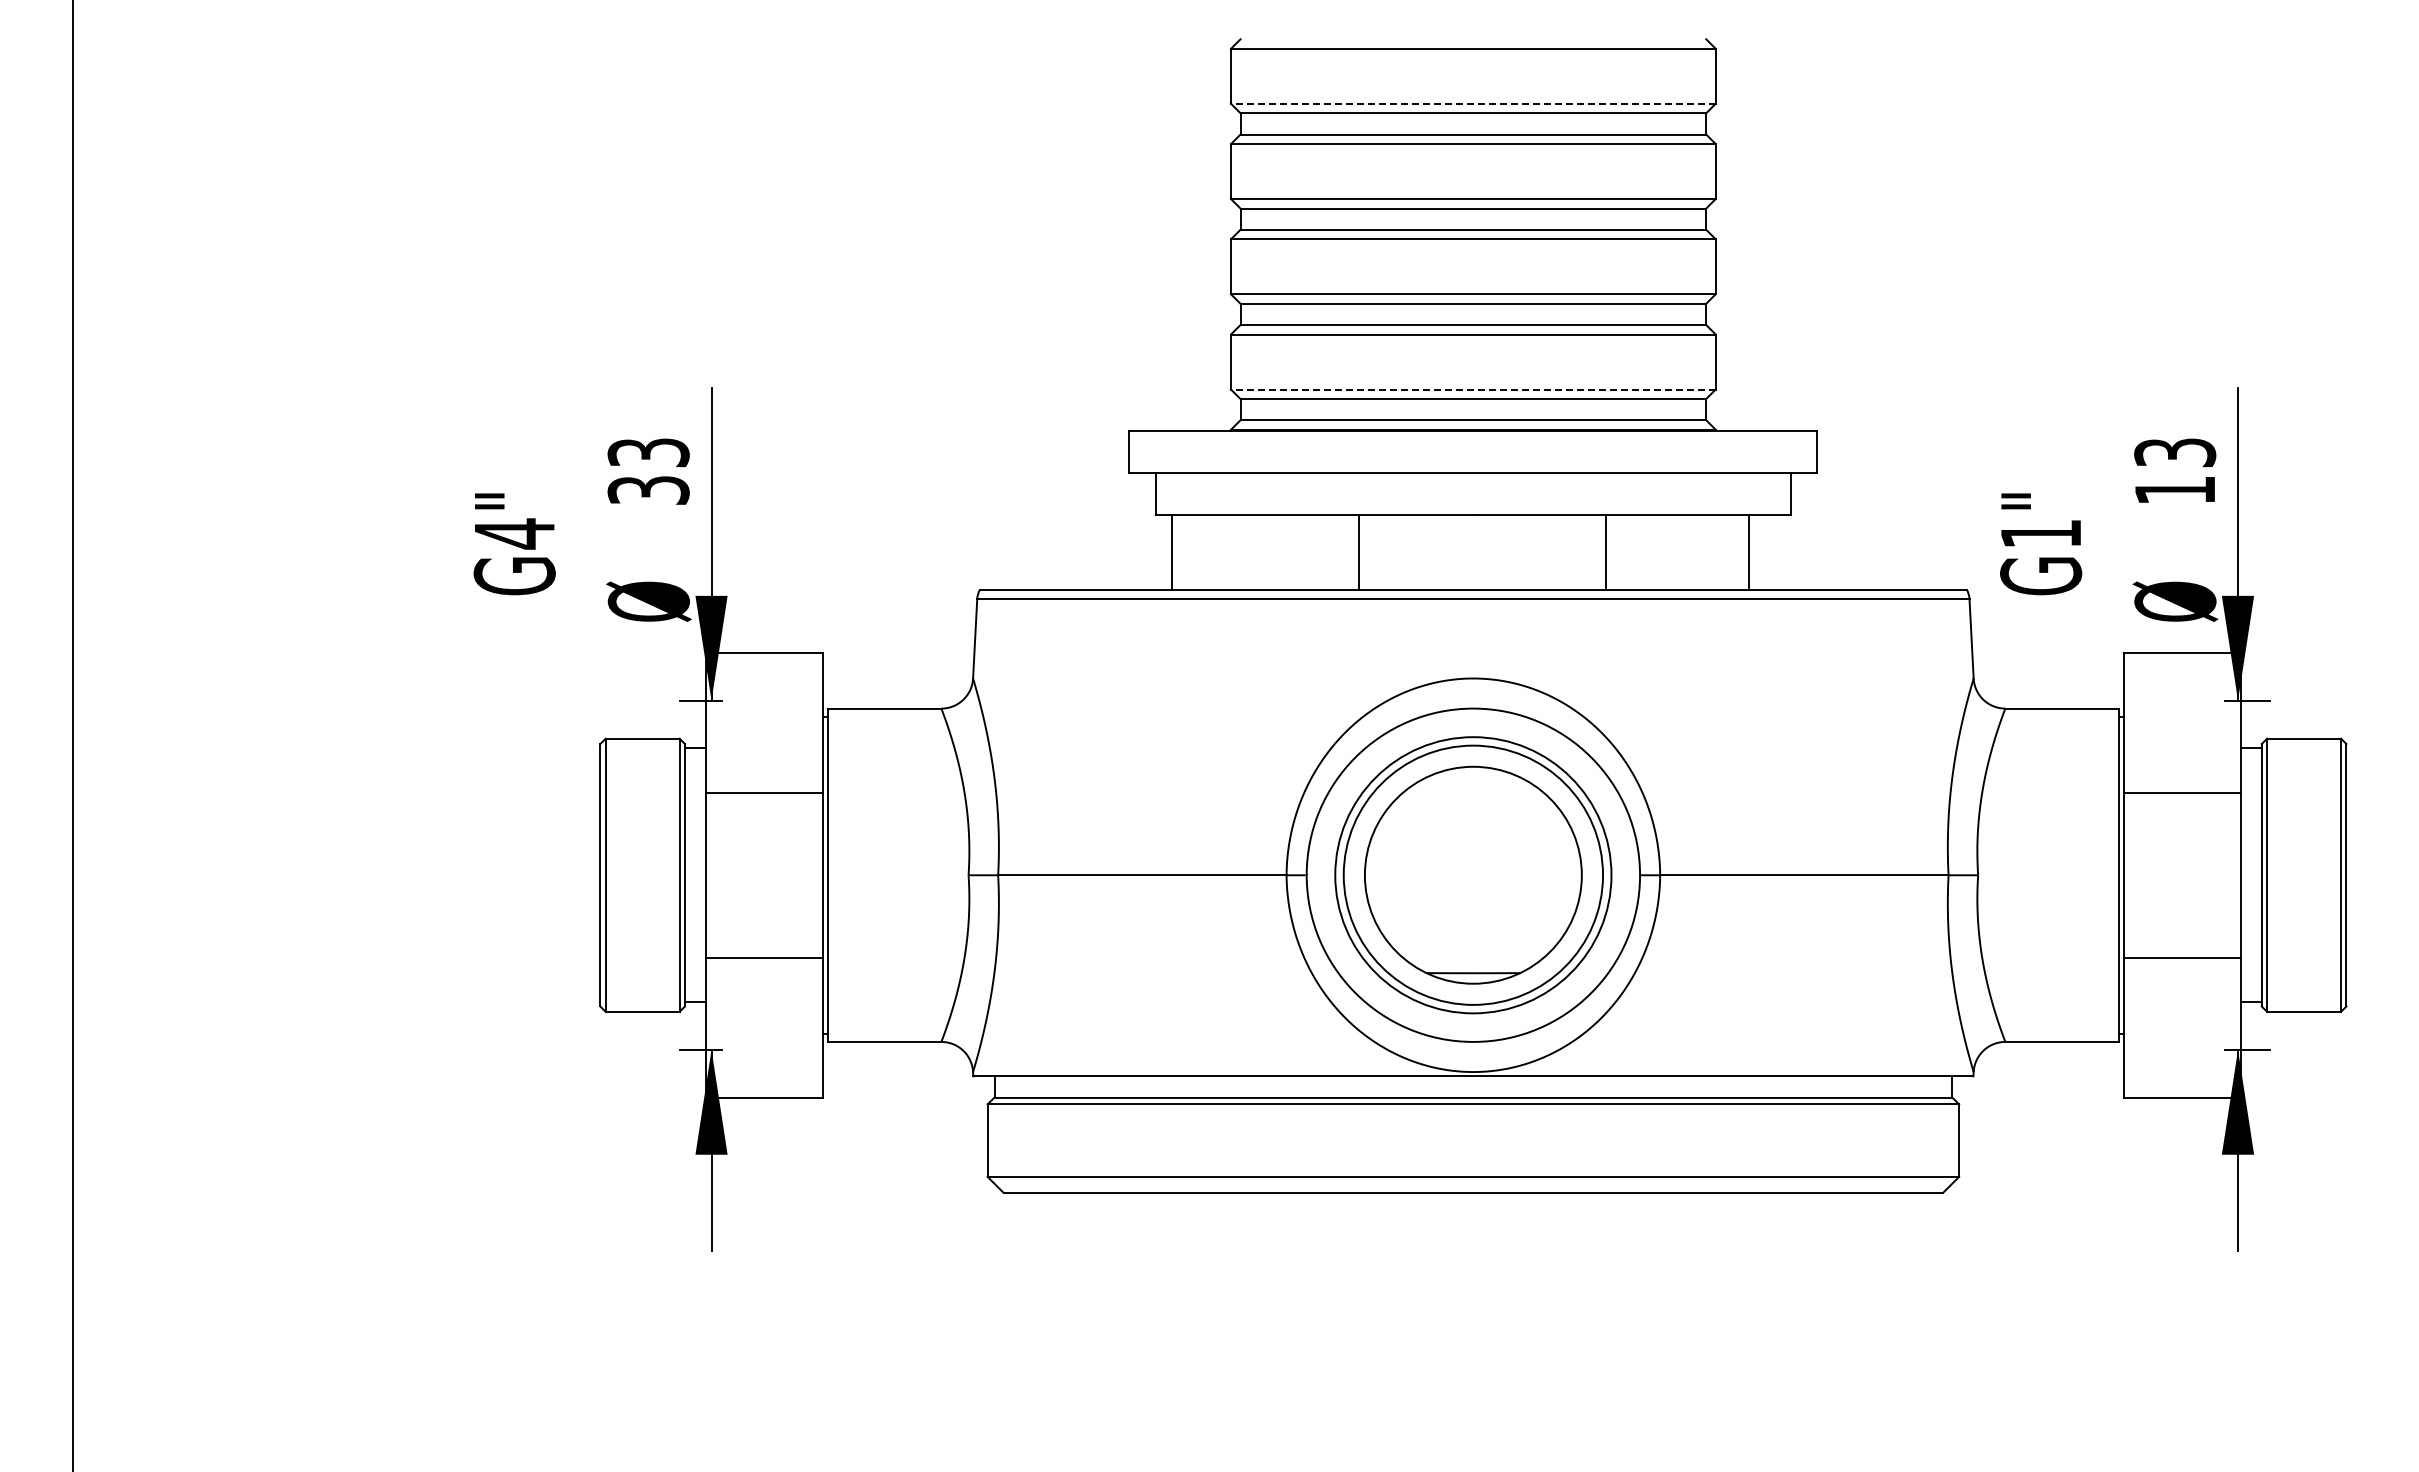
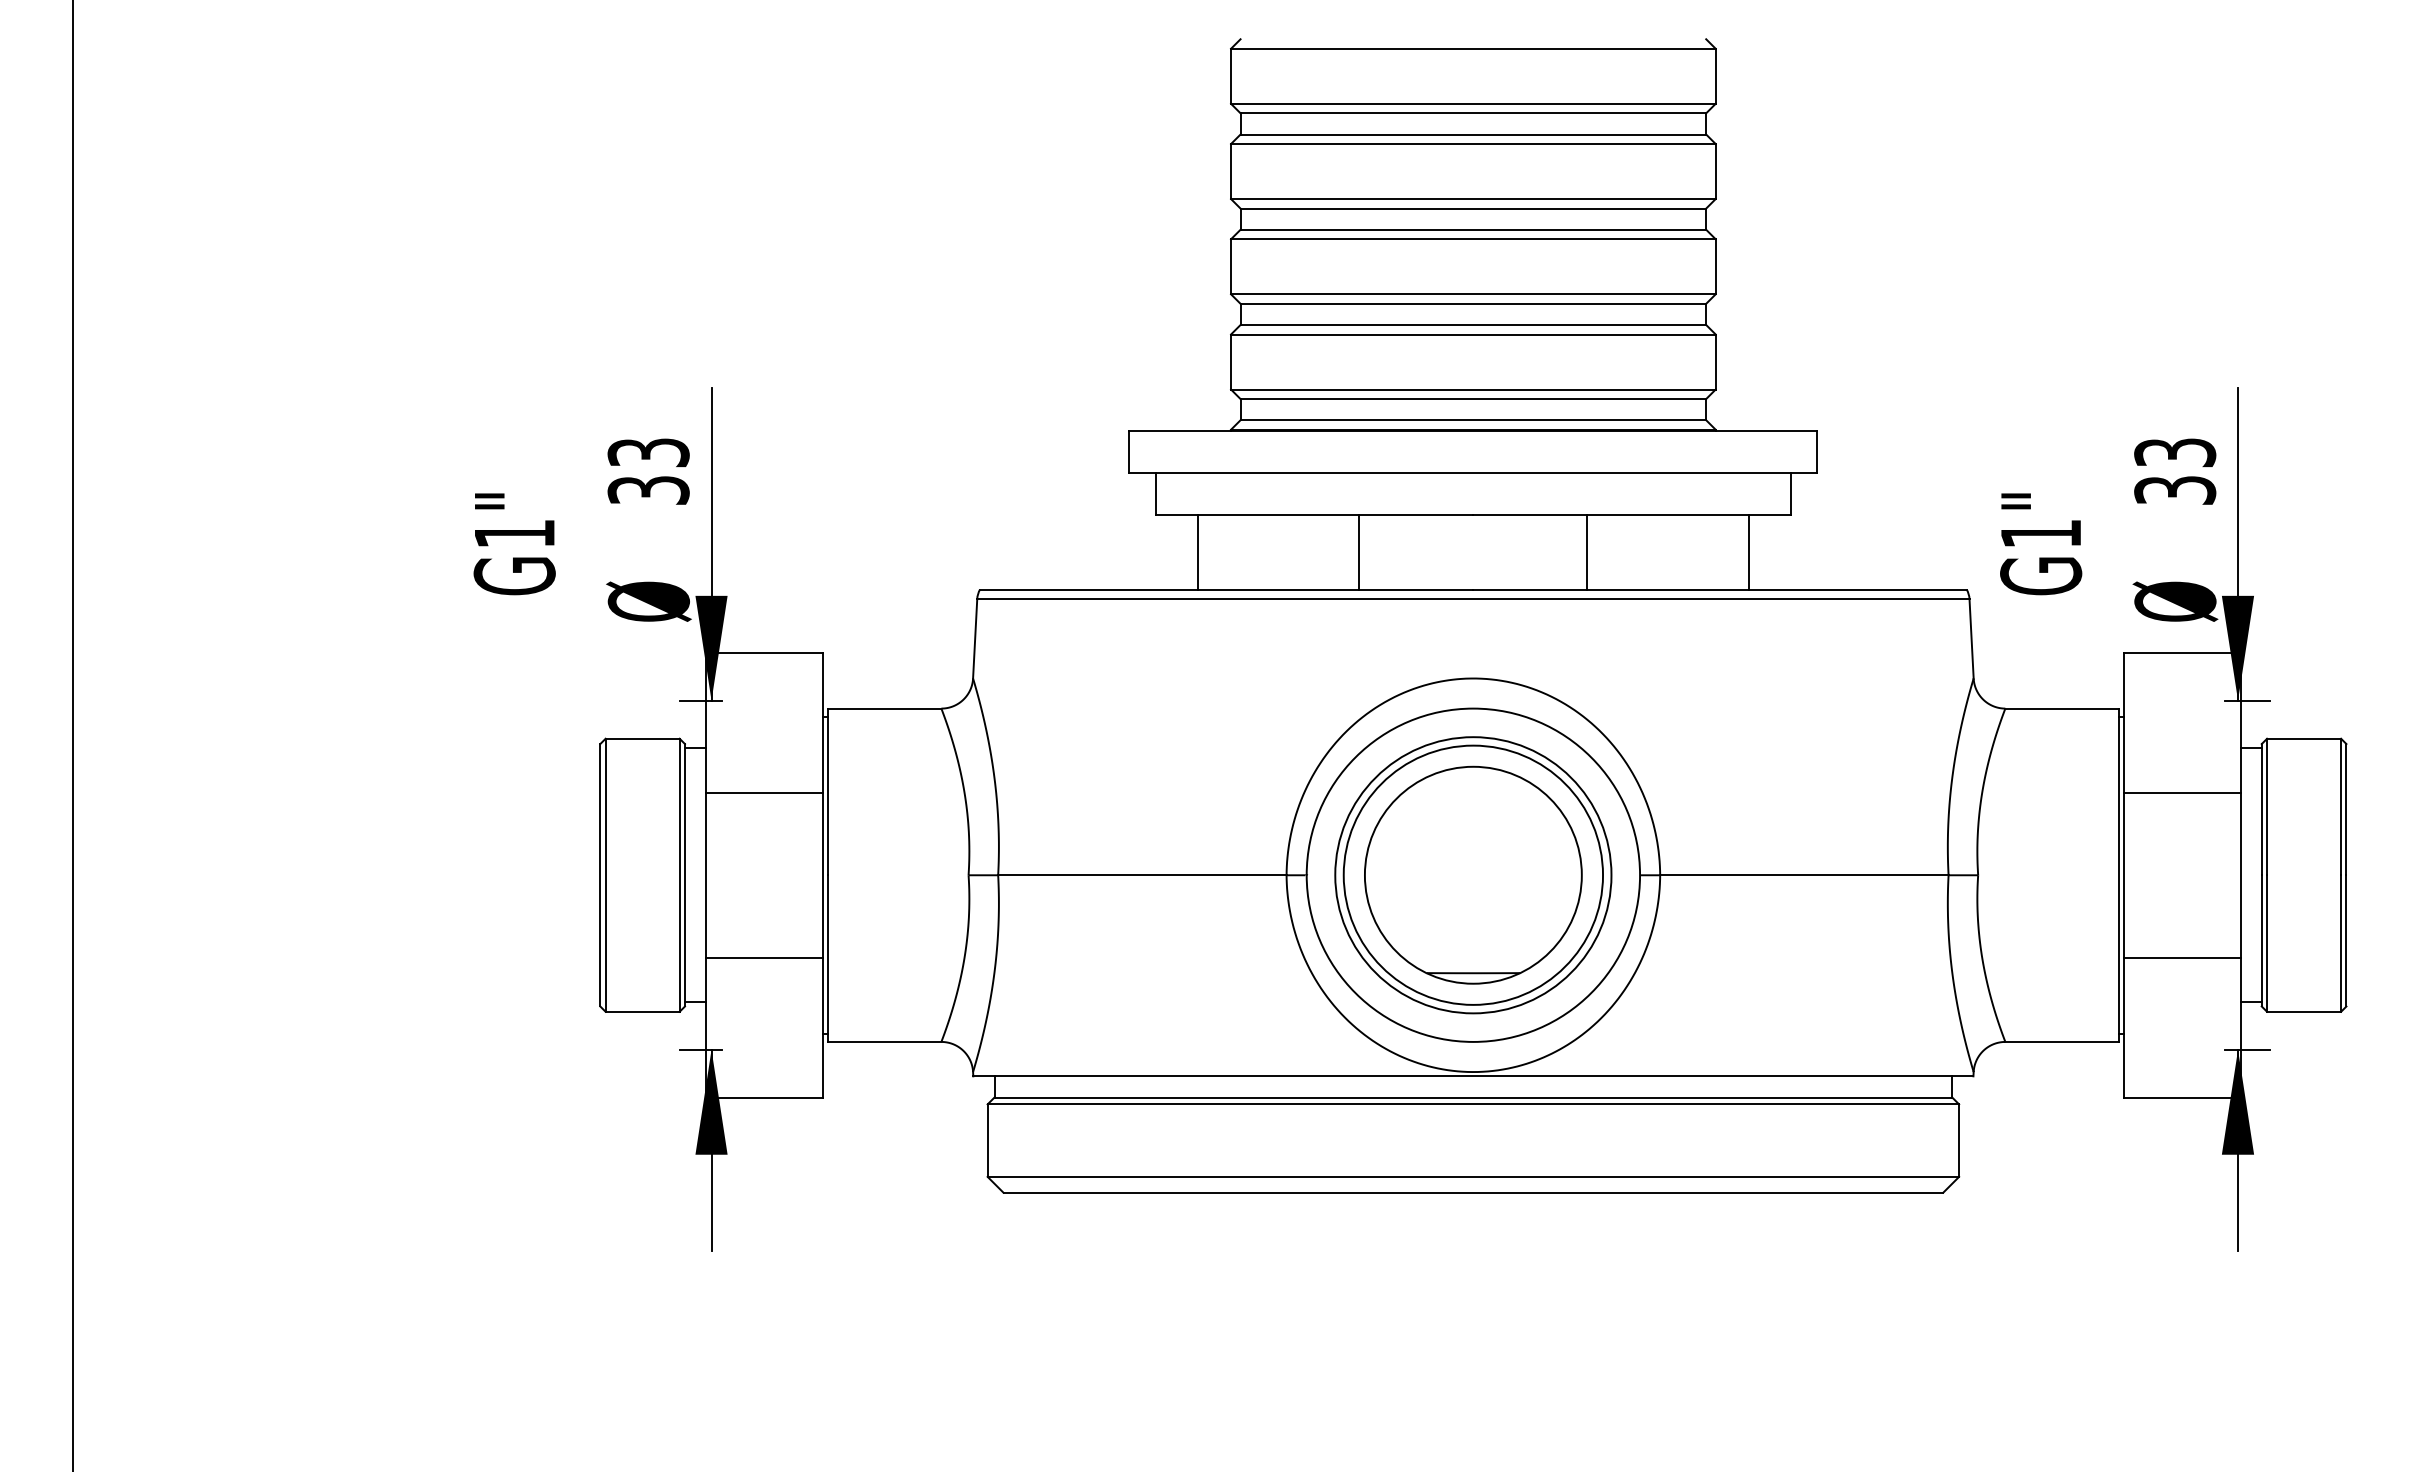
line at (1472, 103): dashed -> solid
line at (1472, 389): dashed -> solid
text at (2175, 490): 13 -> 33
text at (514, 533): G4" -> G1"
line at (1172, 552) position: (1172, 552) -> (1198, 552)
line at (1606, 552) position: (1606, 552) -> (1587, 552)
